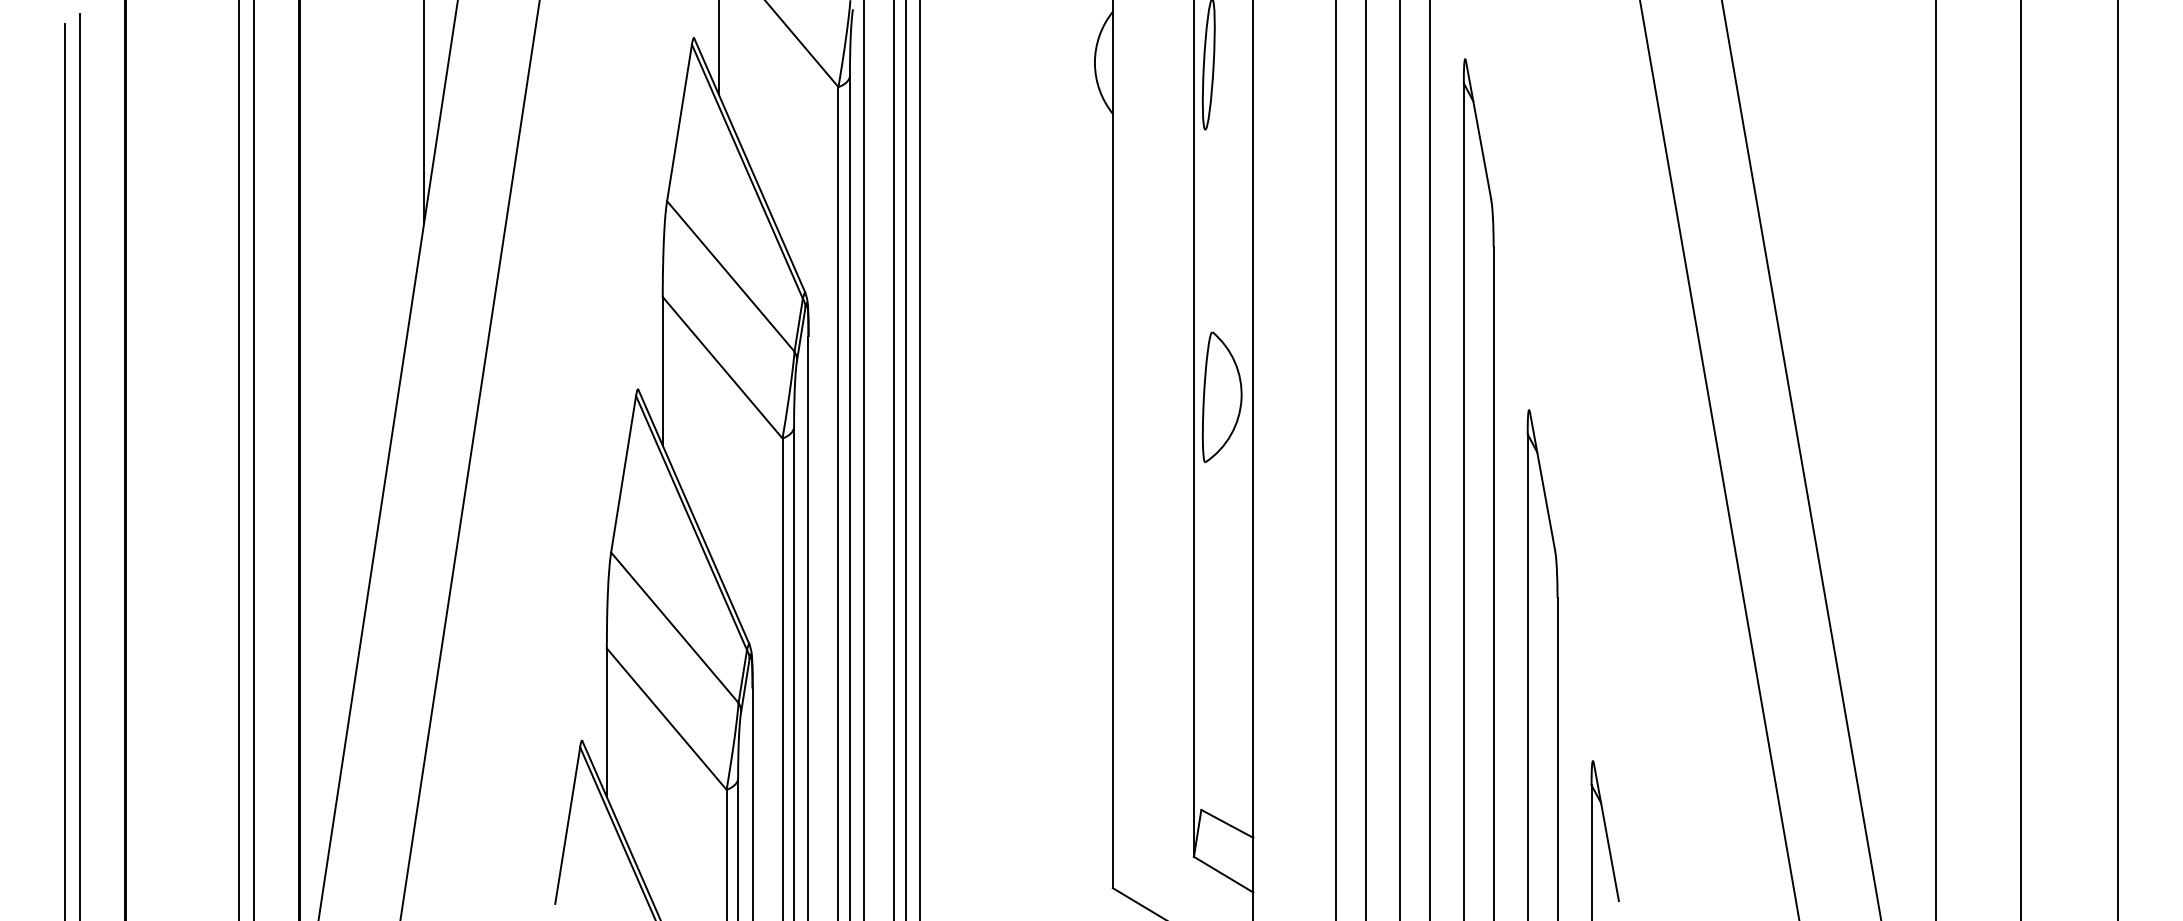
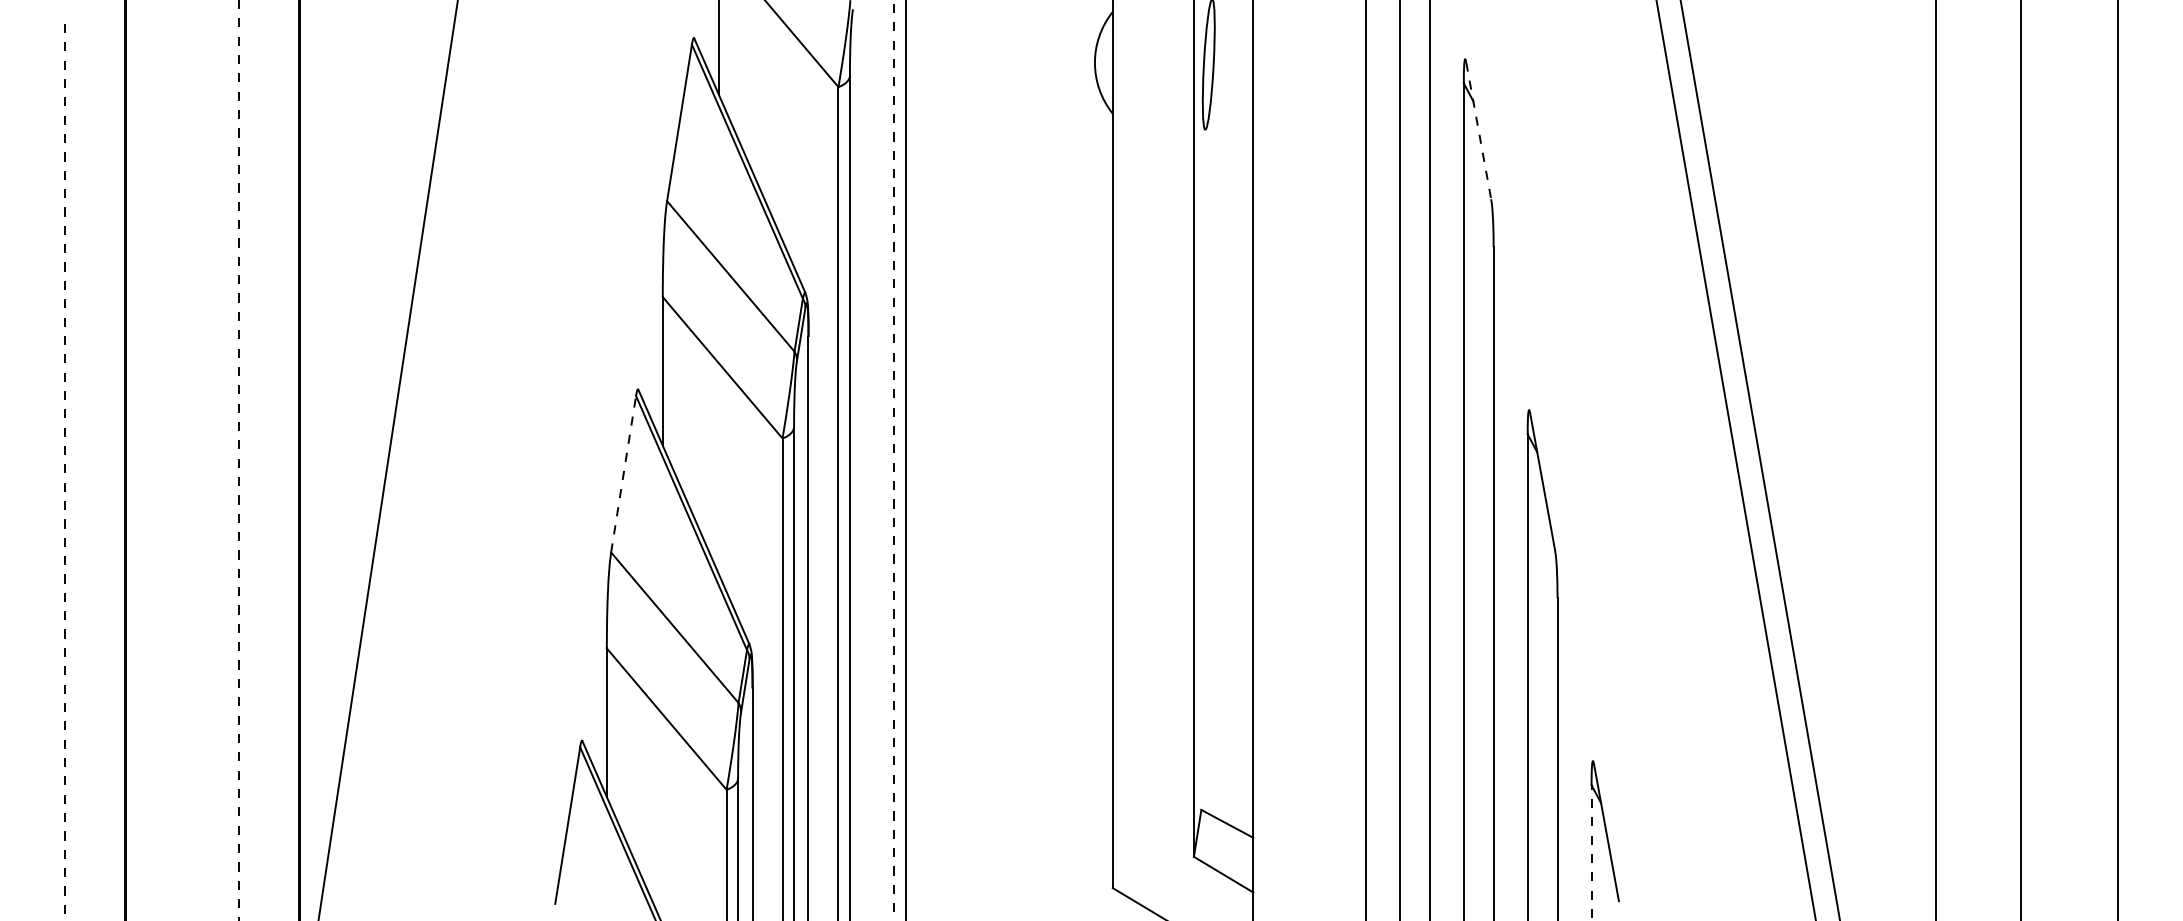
line at (424, 112): present -> none
line at (1478, 131): solid -> dashed
part at (1222, 397): present -> none
line at (253, 459): present -> none
line at (469, 459): present -> none
line at (864, 459): present -> none
line at (920, 459): present -> none
line at (1336, 459): present -> none
line at (1719, 459) position: (1719, 459) -> (1735, 459)
line at (1801, 459) position: (1801, 459) -> (1760, 459)
line at (239, 460): solid -> dashed
line at (894, 460): solid -> dashed
line at (80, 465): present -> none
line at (65, 471): solid -> dashed
line at (623, 473): solid -> dashed
line at (1591, 852): solid -> dashed
